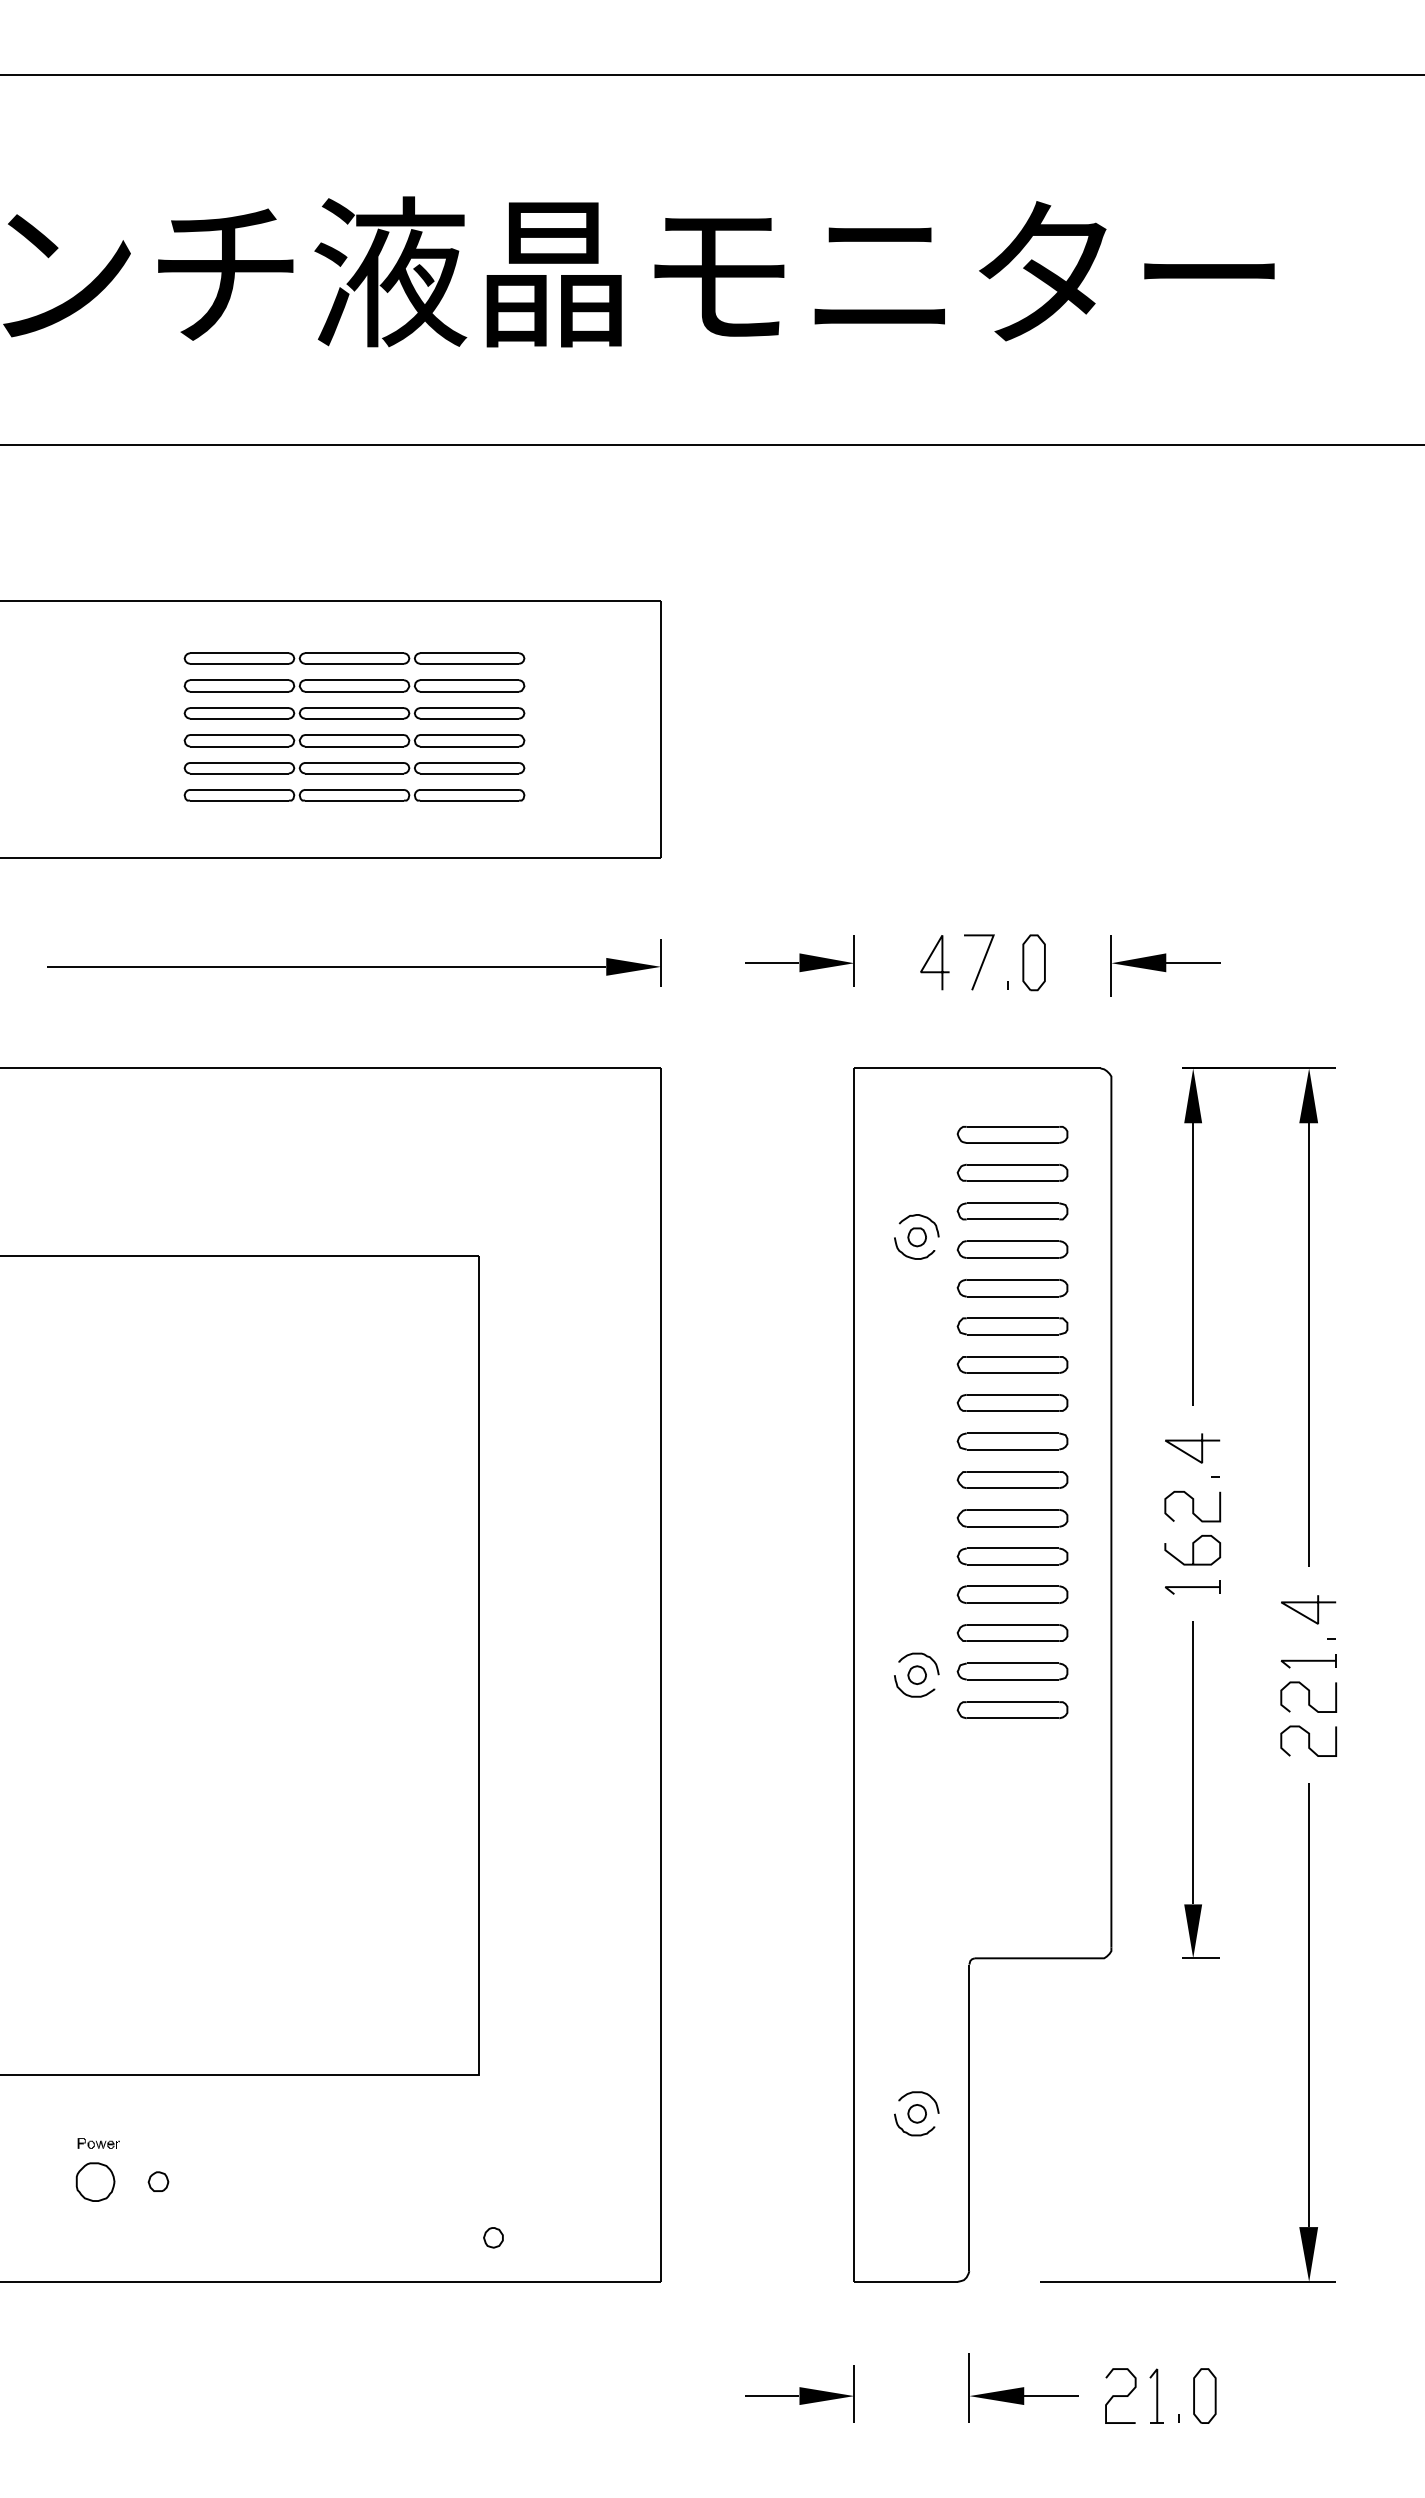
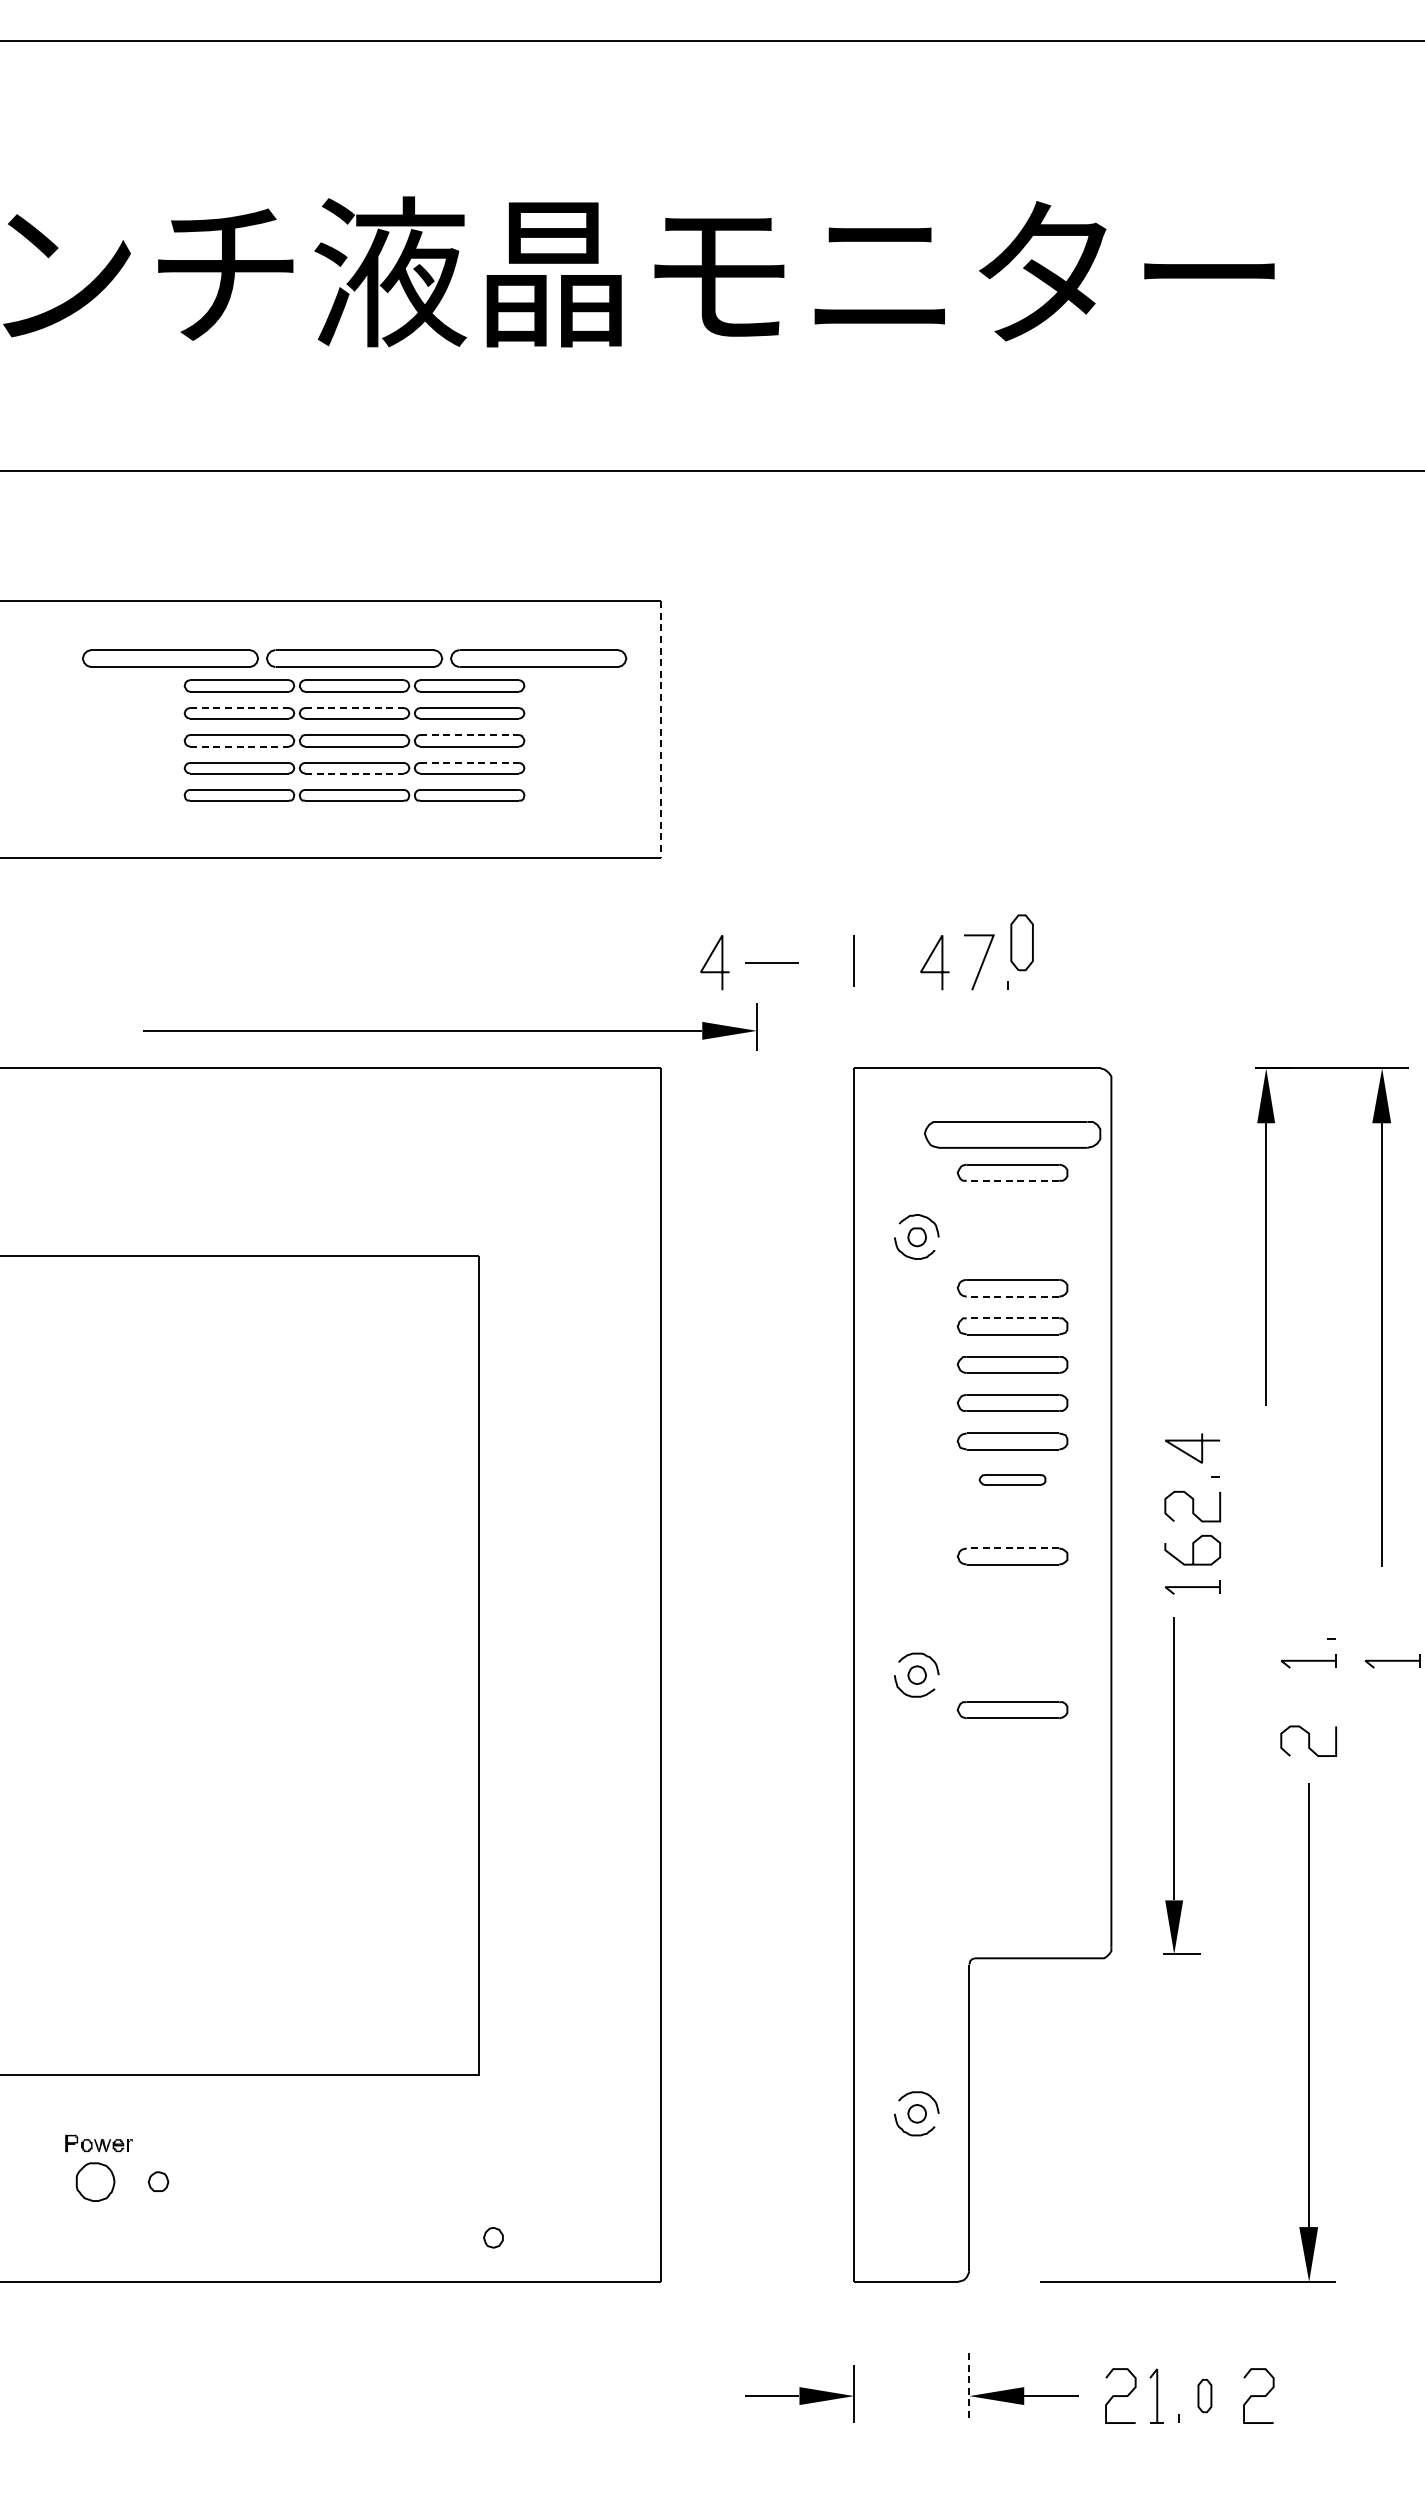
line at (711, 74) position: (711, 74) -> (711, 40)
line at (711, 444) position: (711, 444) -> (711, 470)
part at (354, 658) size: 343x13 px -> 547x19 px
line at (240, 707): solid -> dashed
line at (355, 707): solid -> dashed
line at (661, 729): solid -> dashed
line at (470, 734): solid -> dashed
line at (240, 746): solid -> dashed
line at (470, 762): solid -> dashed
line at (355, 773): solid -> dashed
line at (709, 959): none -> present
part at (354, 962) position: (354, 962) -> (450, 1026)
fill at (826, 962): present -> none
part at (1033, 962) position: (1033, 962) -> (1021, 942)
part at (1165, 965): present -> none
part at (1012, 1134) size: 113x18 px -> 179x28 px
line at (1012, 1180): solid -> dashed
part at (1012, 1211): present -> none
part at (1012, 1249): present -> none
line at (1012, 1296): solid -> dashed
part at (1308, 1316) position: (1308, 1316) -> (1381, 1316)
line at (1012, 1318): solid -> dashed
part at (1012, 1479) size: 113x18 px -> 69x12 px
part at (1012, 1518): present -> none
line at (1012, 1548): solid -> dashed
part at (1012, 1594): present -> none
line at (1308, 1603): present -> none
part at (1012, 1632): present -> none
part at (1392, 1661): none -> present
part at (1012, 1671): present -> none
curve at (1308, 1696): present -> none
part at (1193, 1789) position: (1193, 1789) -> (1174, 1785)
part at (98, 2143) size: 43x11 px -> 68x18 px
line at (969, 2388): solid -> dashed
part at (1204, 2395) size: 24x56 px -> 16x35 px
curve at (1258, 2395): none -> present
